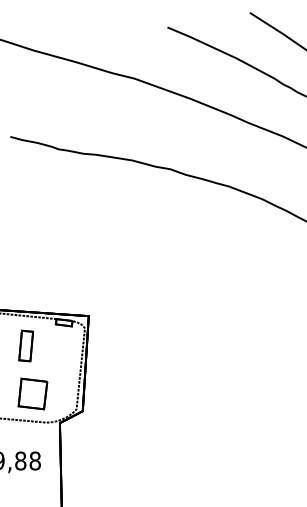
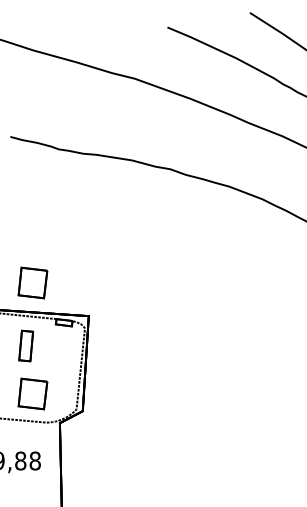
part at (32, 282): none -> present
